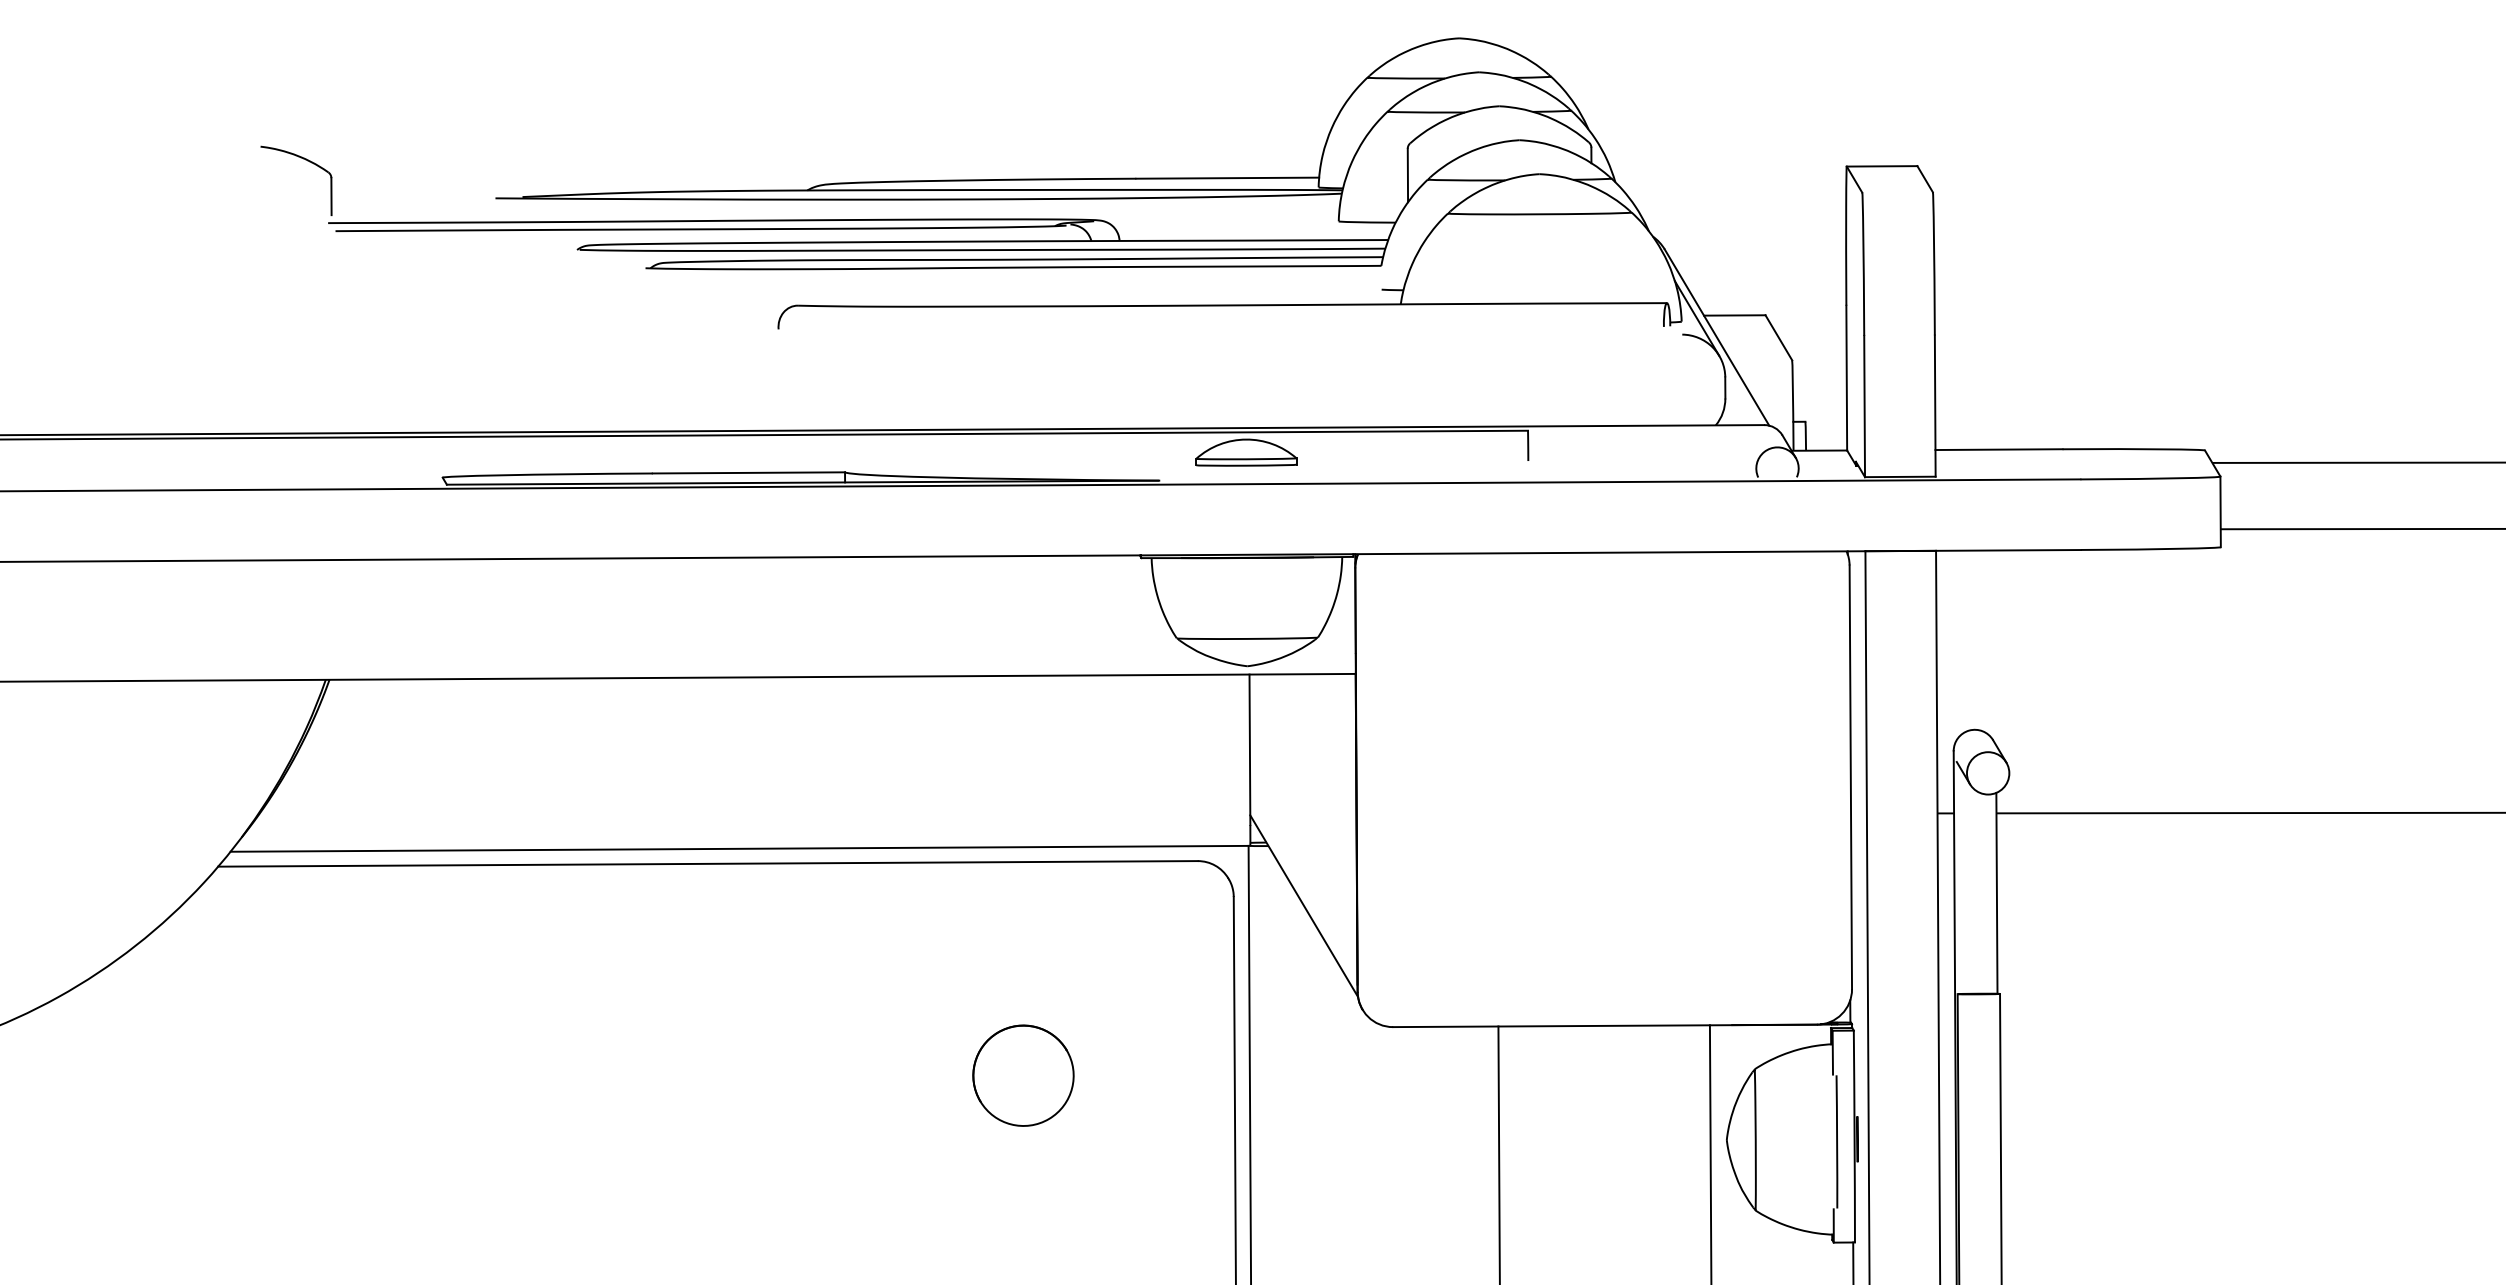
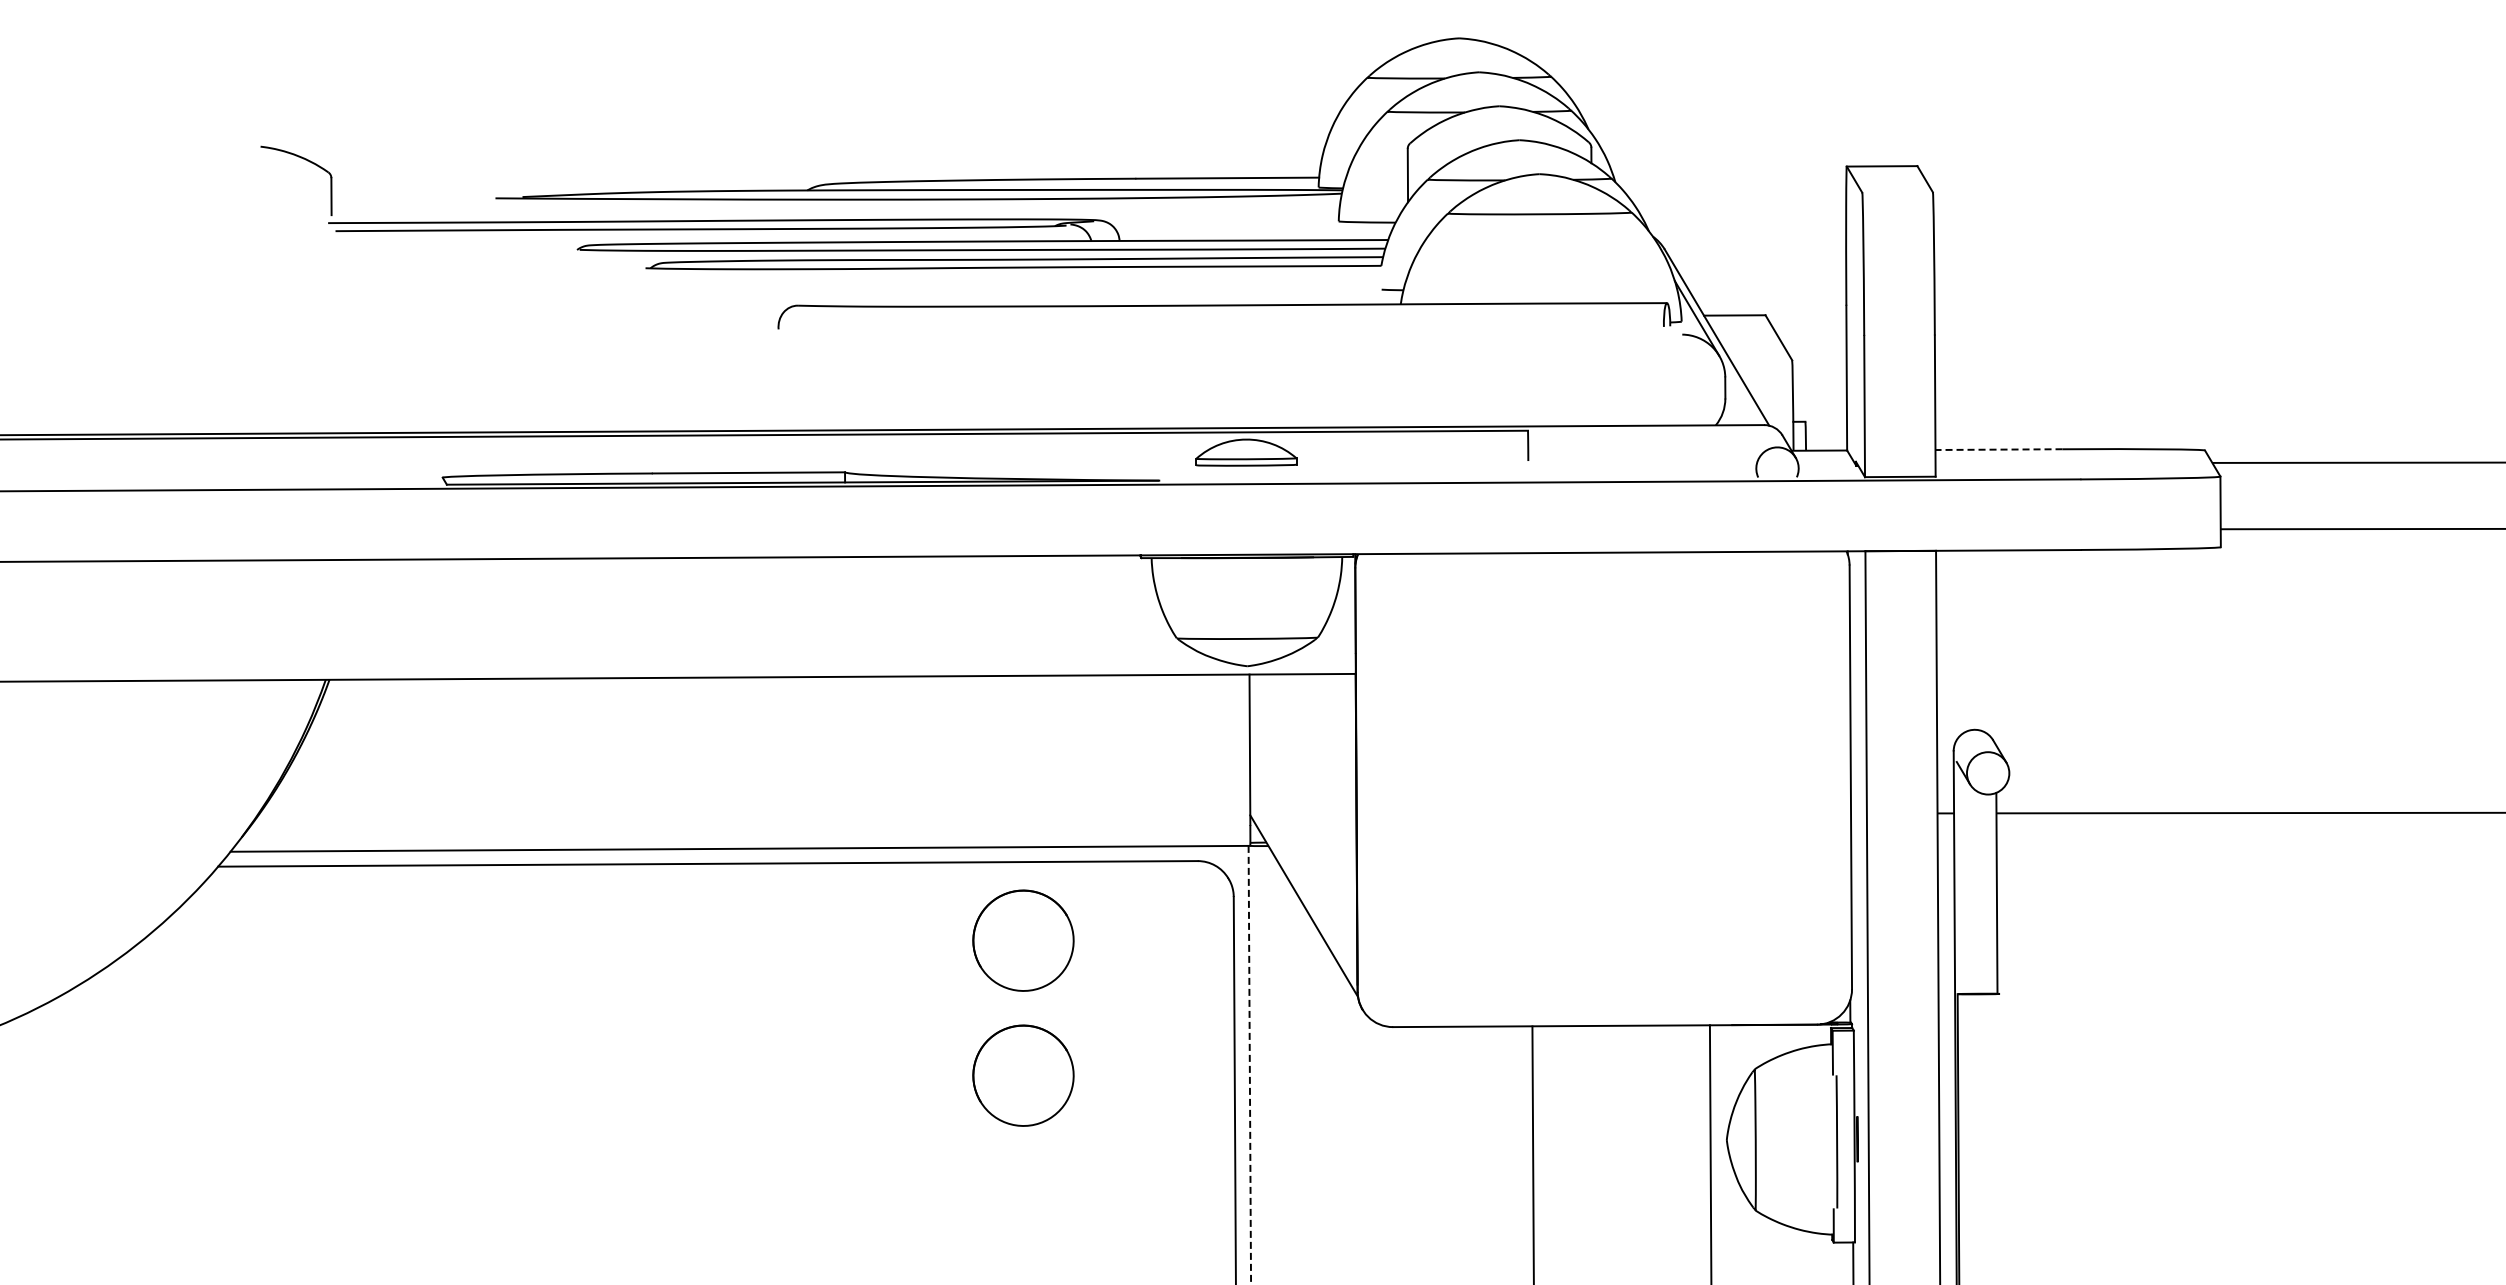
line at (1999, 449): solid -> dashed
part at (1023, 940): none -> present
line at (1249, 1065): solid -> dashed
line at (2000, 1137): present -> none
line at (1498, 1153) position: (1498, 1153) -> (1532, 1153)
